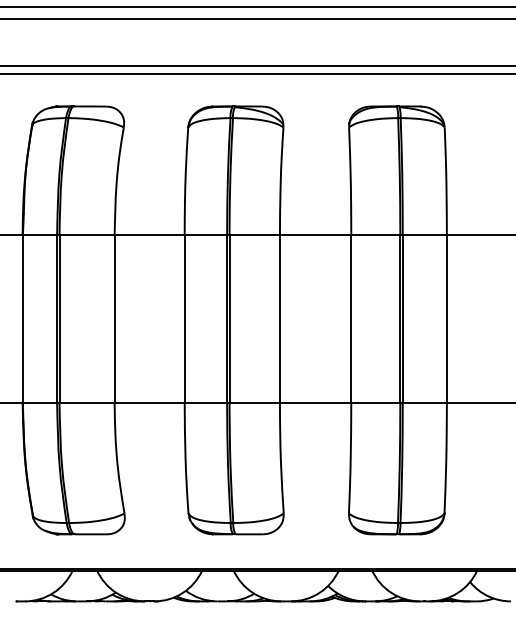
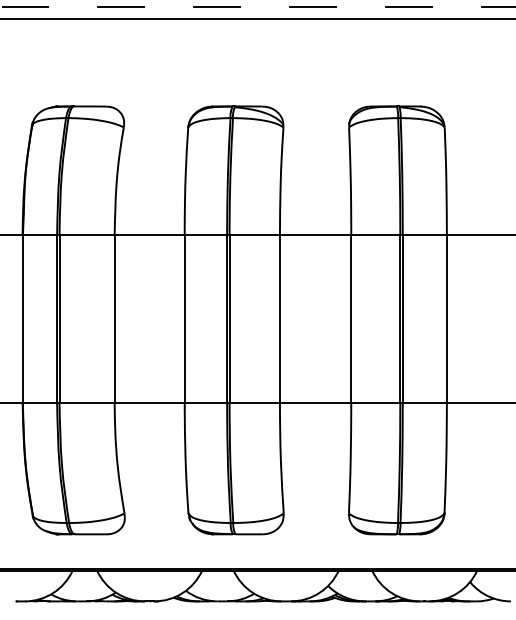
line at (258, 6): solid -> dashed
line at (257, 66): present -> none
line at (257, 74): present -> none
